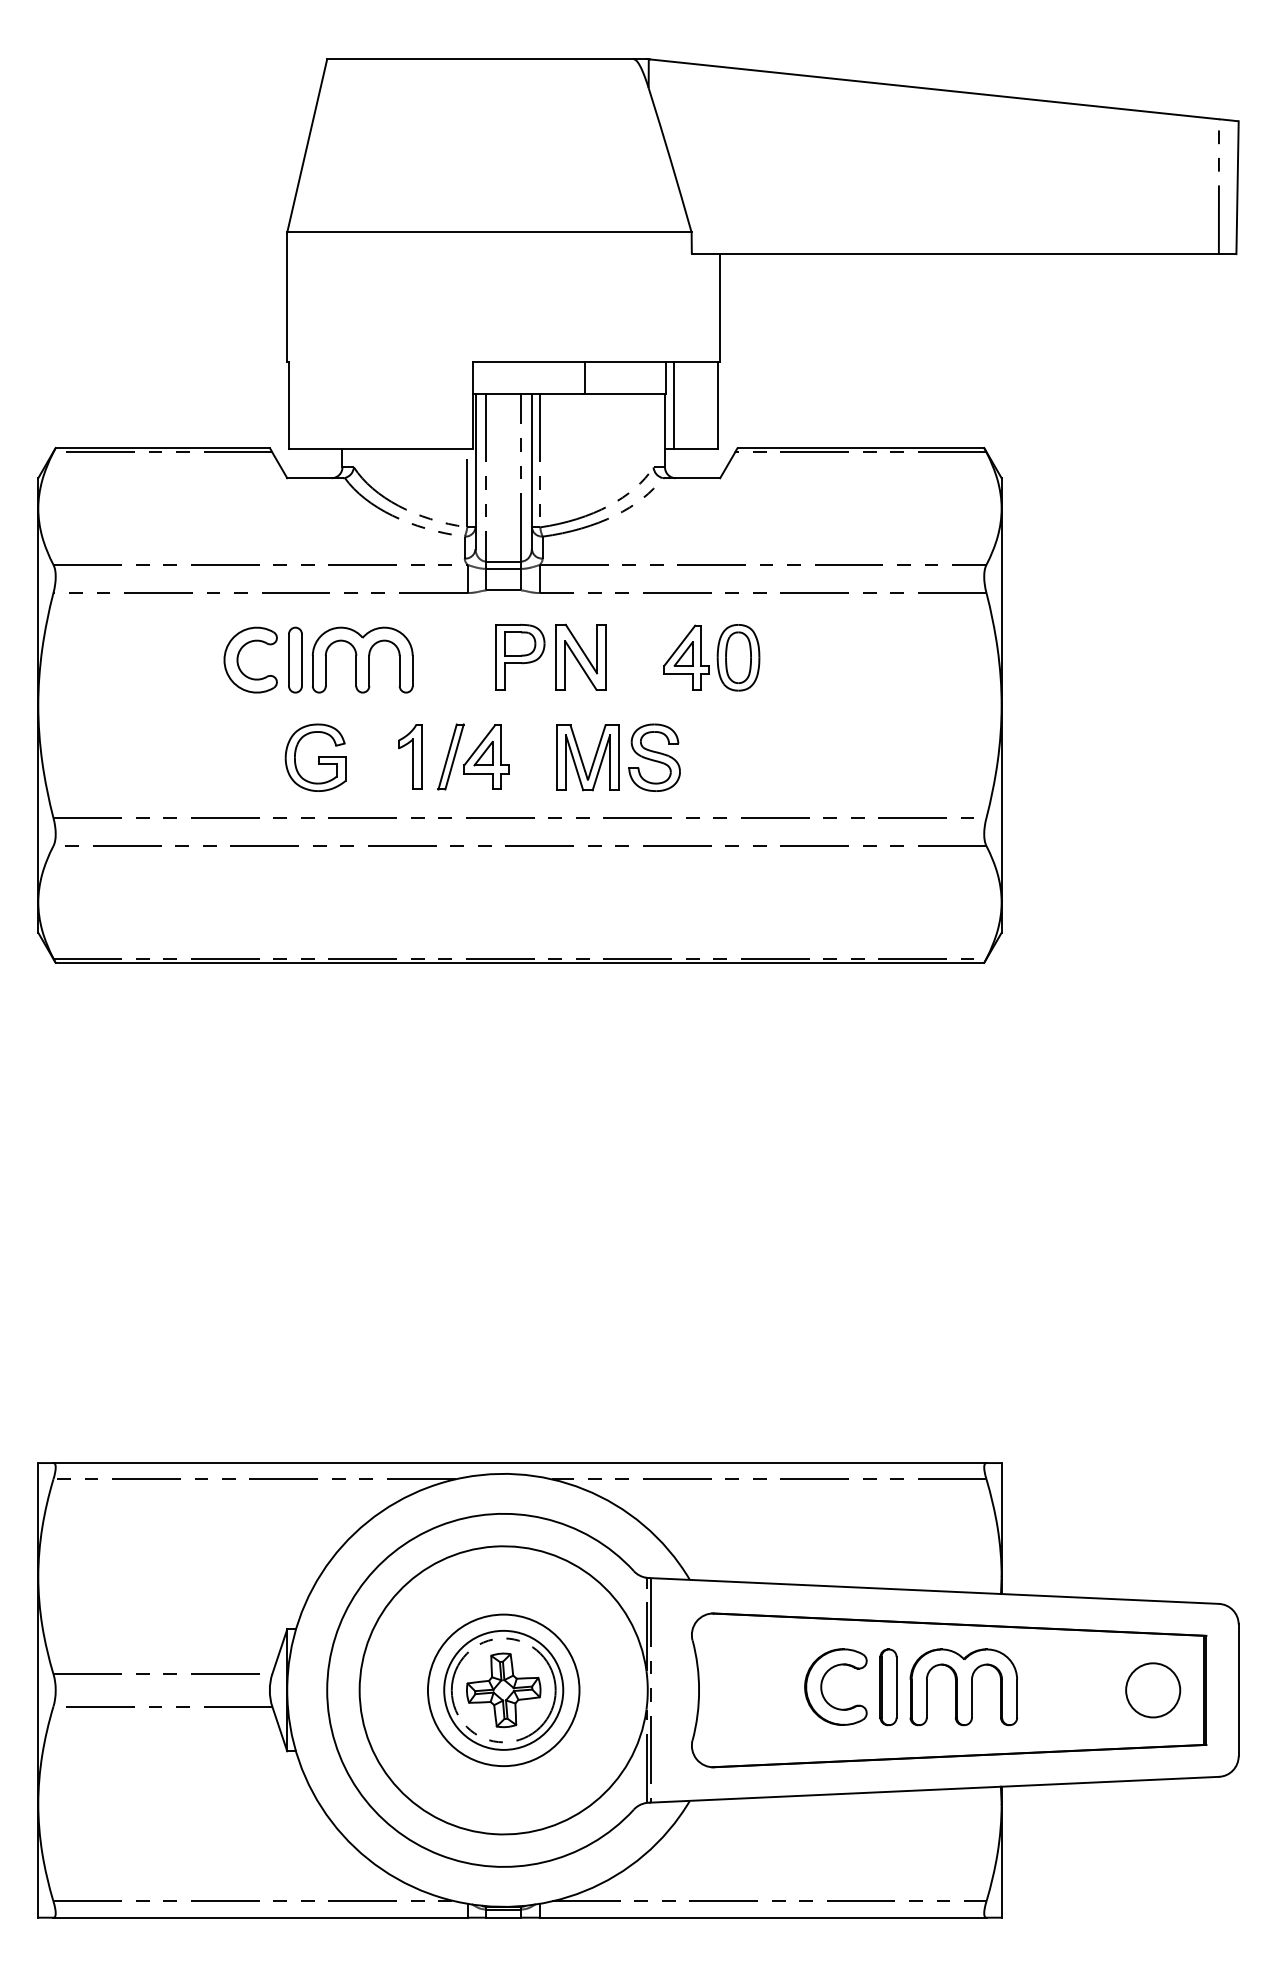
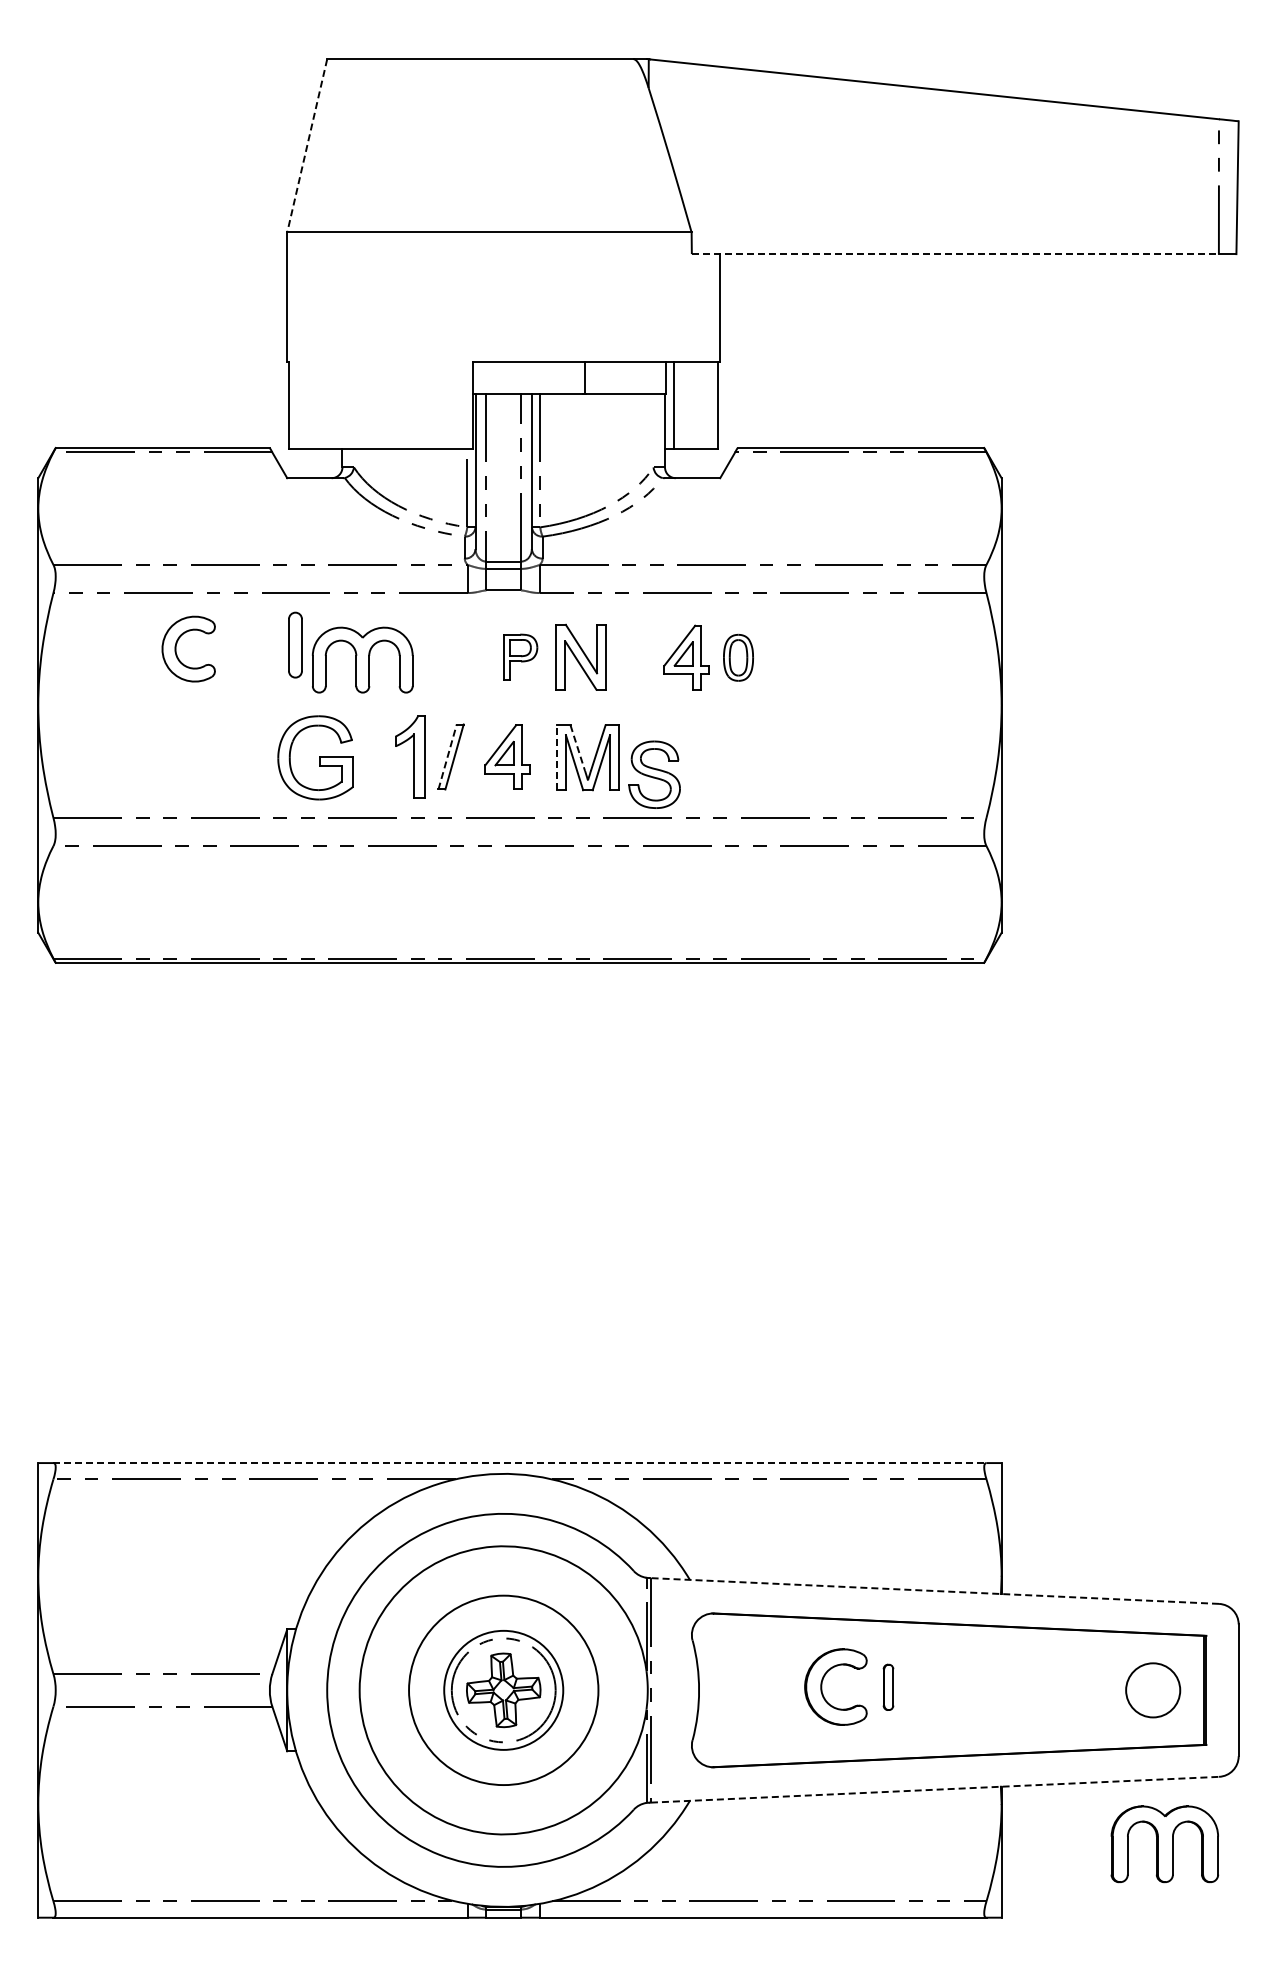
line at (307, 145): solid -> dashed
line at (955, 254): solid -> dashed
part at (520, 657) size: 51x67 px -> 36x48 px
part at (738, 657) size: 45x68 px -> 31x49 px
part at (238, 659) position: (238, 659) -> (176, 648)
part at (295, 659) position: (295, 659) -> (295, 644)
line at (577, 748): solid -> dashed
part at (410, 756) size: 25x66 px -> 31x84 px
part at (486, 756) position: (486, 756) -> (507, 756)
part at (315, 757) size: 63x69 px -> 77x86 px
line at (447, 757): solid -> dashed
line at (556, 757): solid -> dashed
part at (654, 757) position: (654, 757) -> (654, 774)
line at (519, 1463): solid -> dashed
line at (934, 1590): solid -> dashed
part at (888, 1687) size: 19x79 px -> 13x48 px
part at (963, 1687) position: (963, 1687) -> (1164, 1844)
circle at (503, 1690) diameter: 152 px -> 189 px
line at (935, 1789): solid -> dashed
